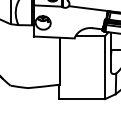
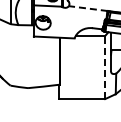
line at (88, 8): solid -> dashed
line at (105, 67): solid -> dashed
